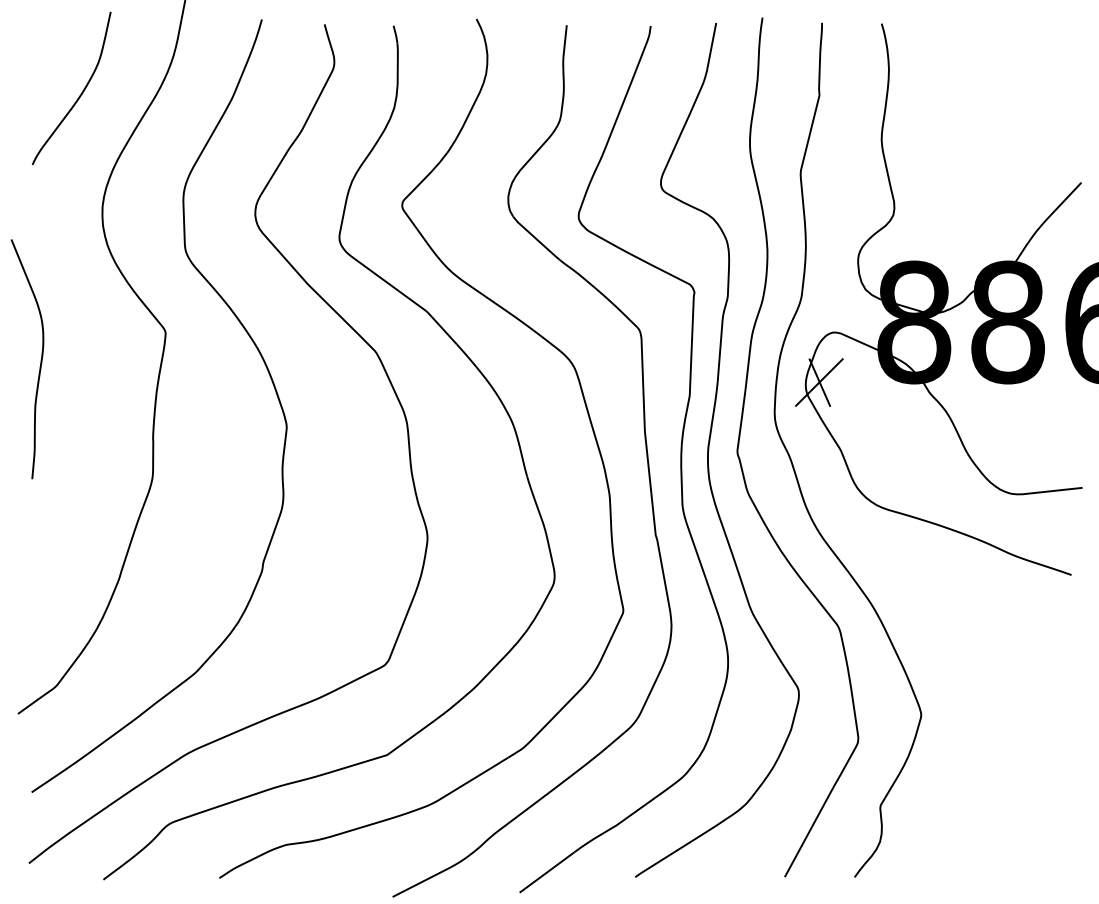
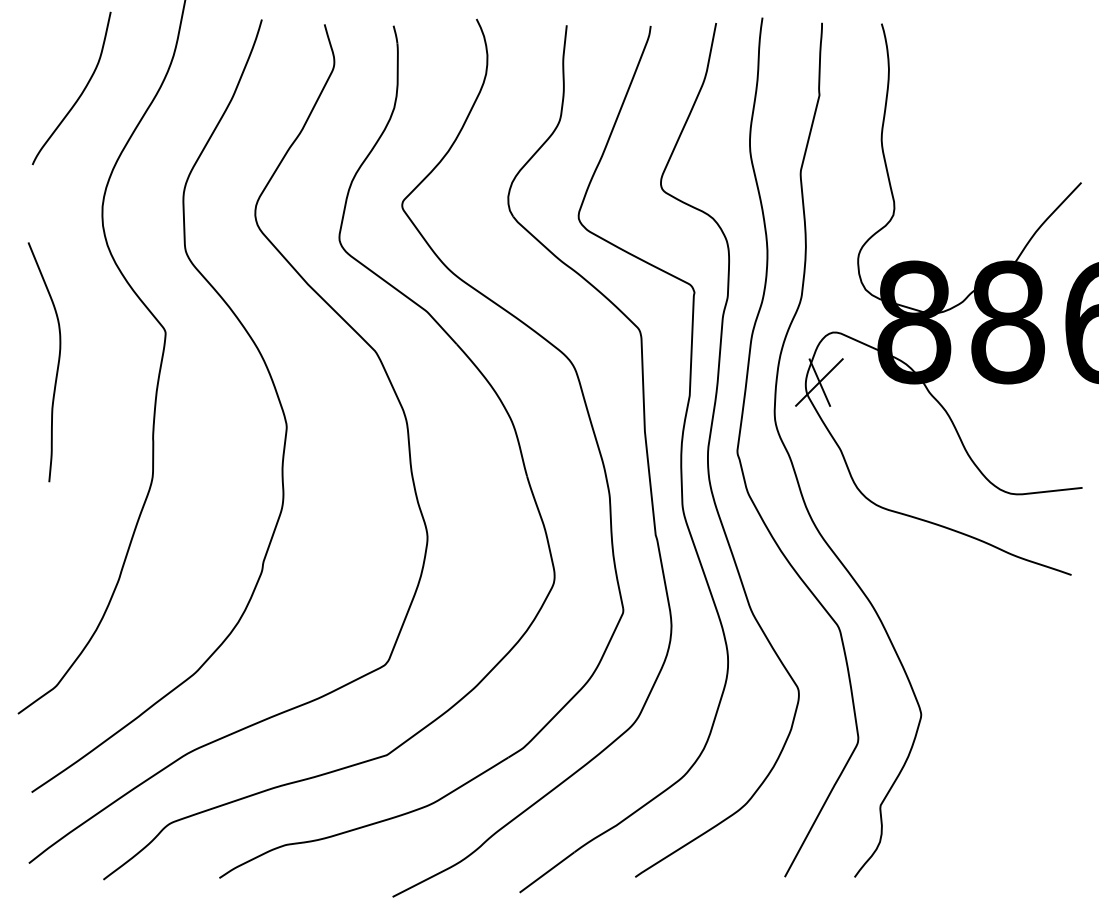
curve at (40, 359) position: (40, 359) -> (57, 362)
